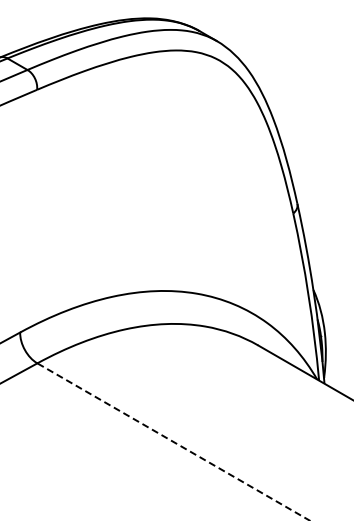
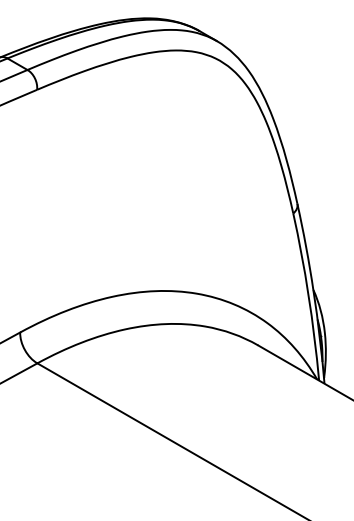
line at (173, 441): dashed -> solid
